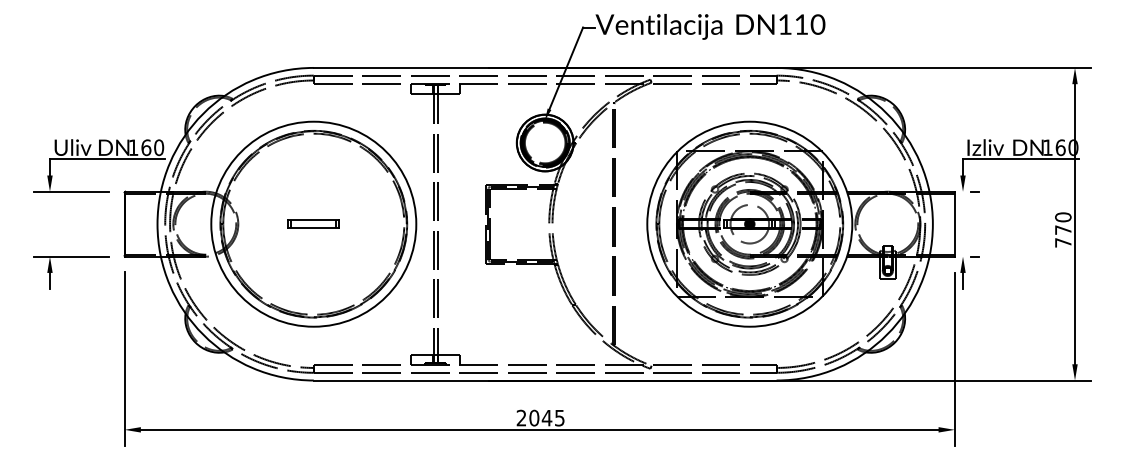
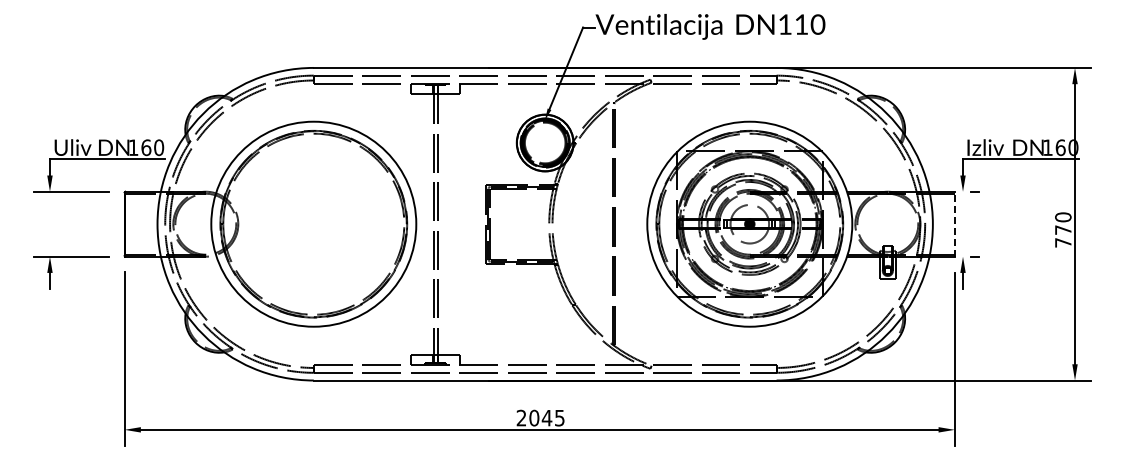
part at (313, 223): present -> none
line at (954, 223): solid -> dashed
